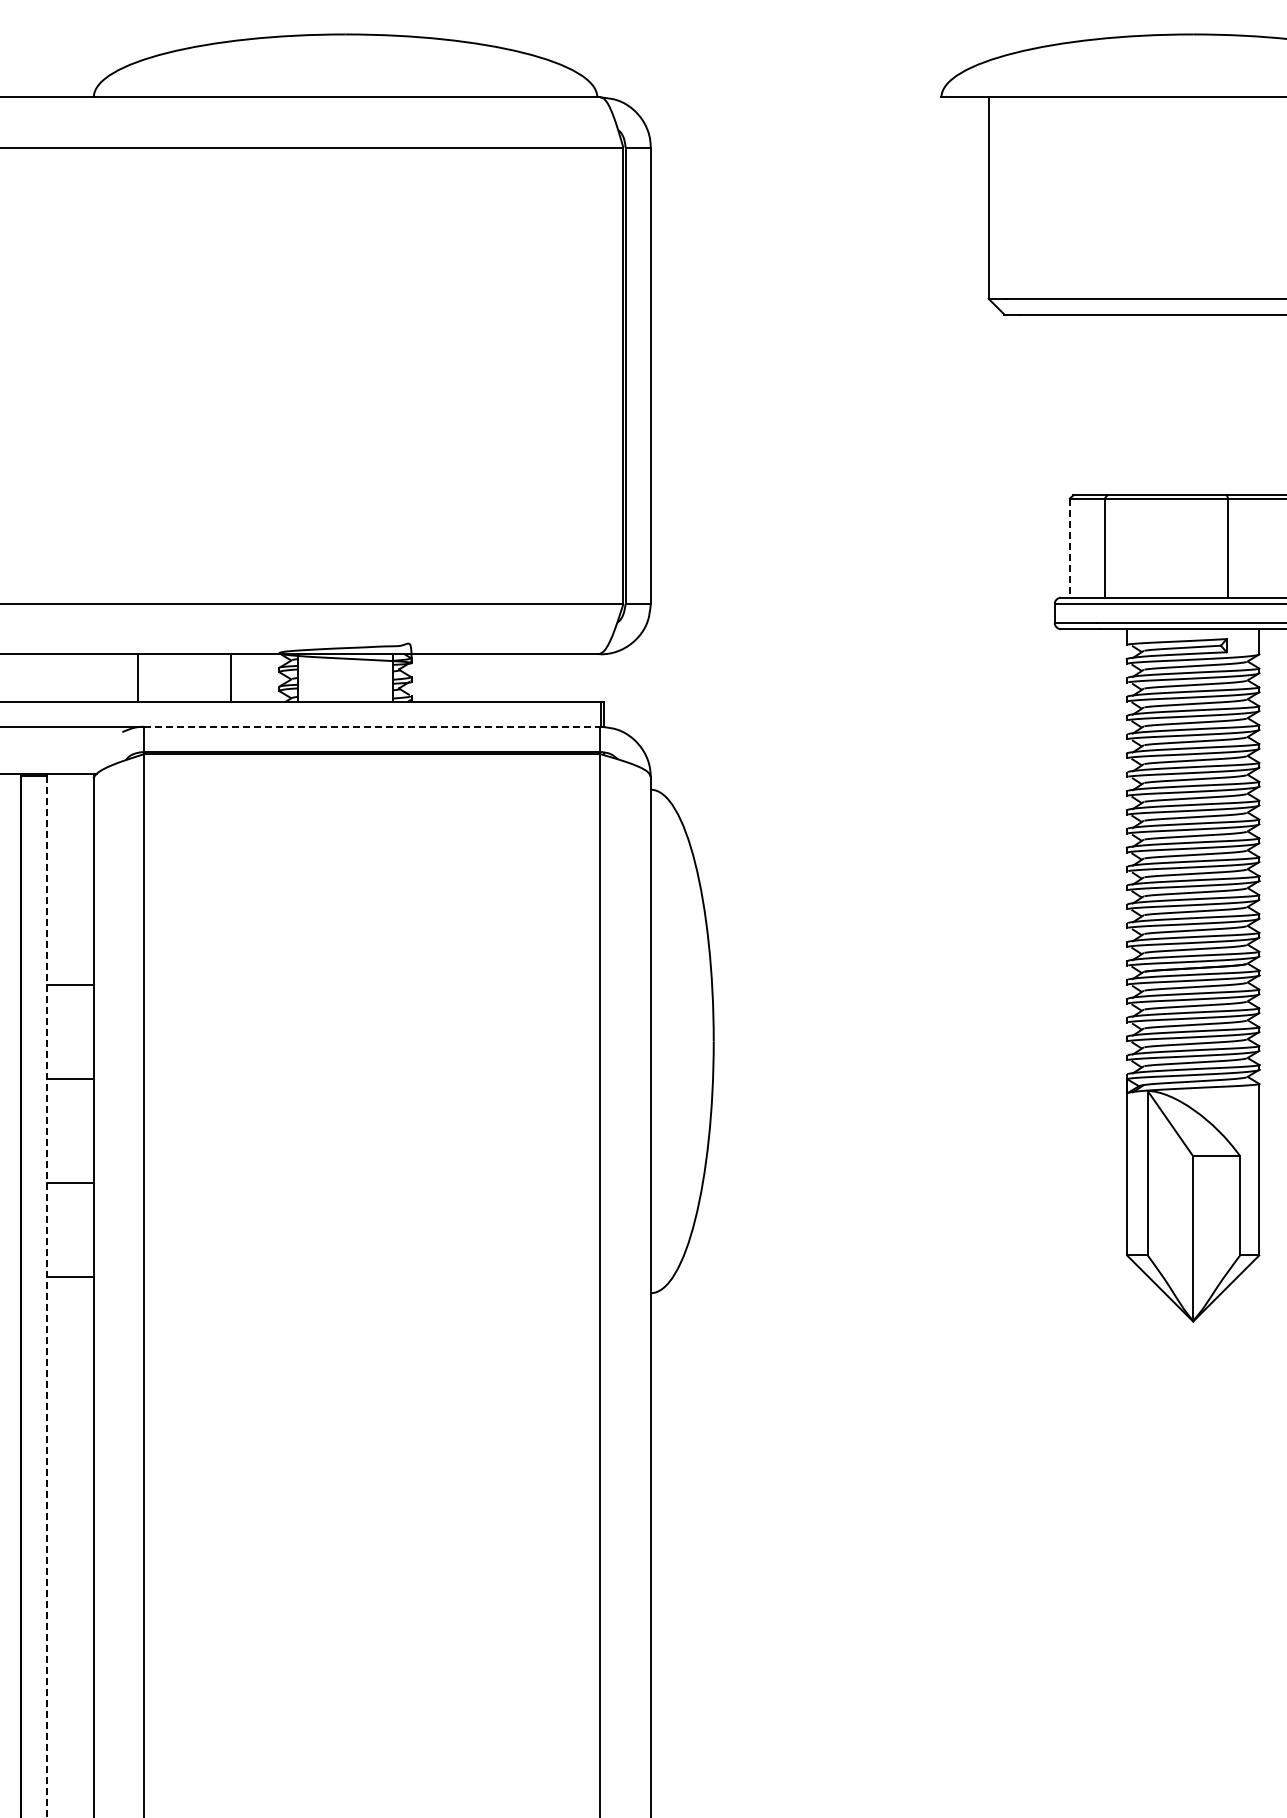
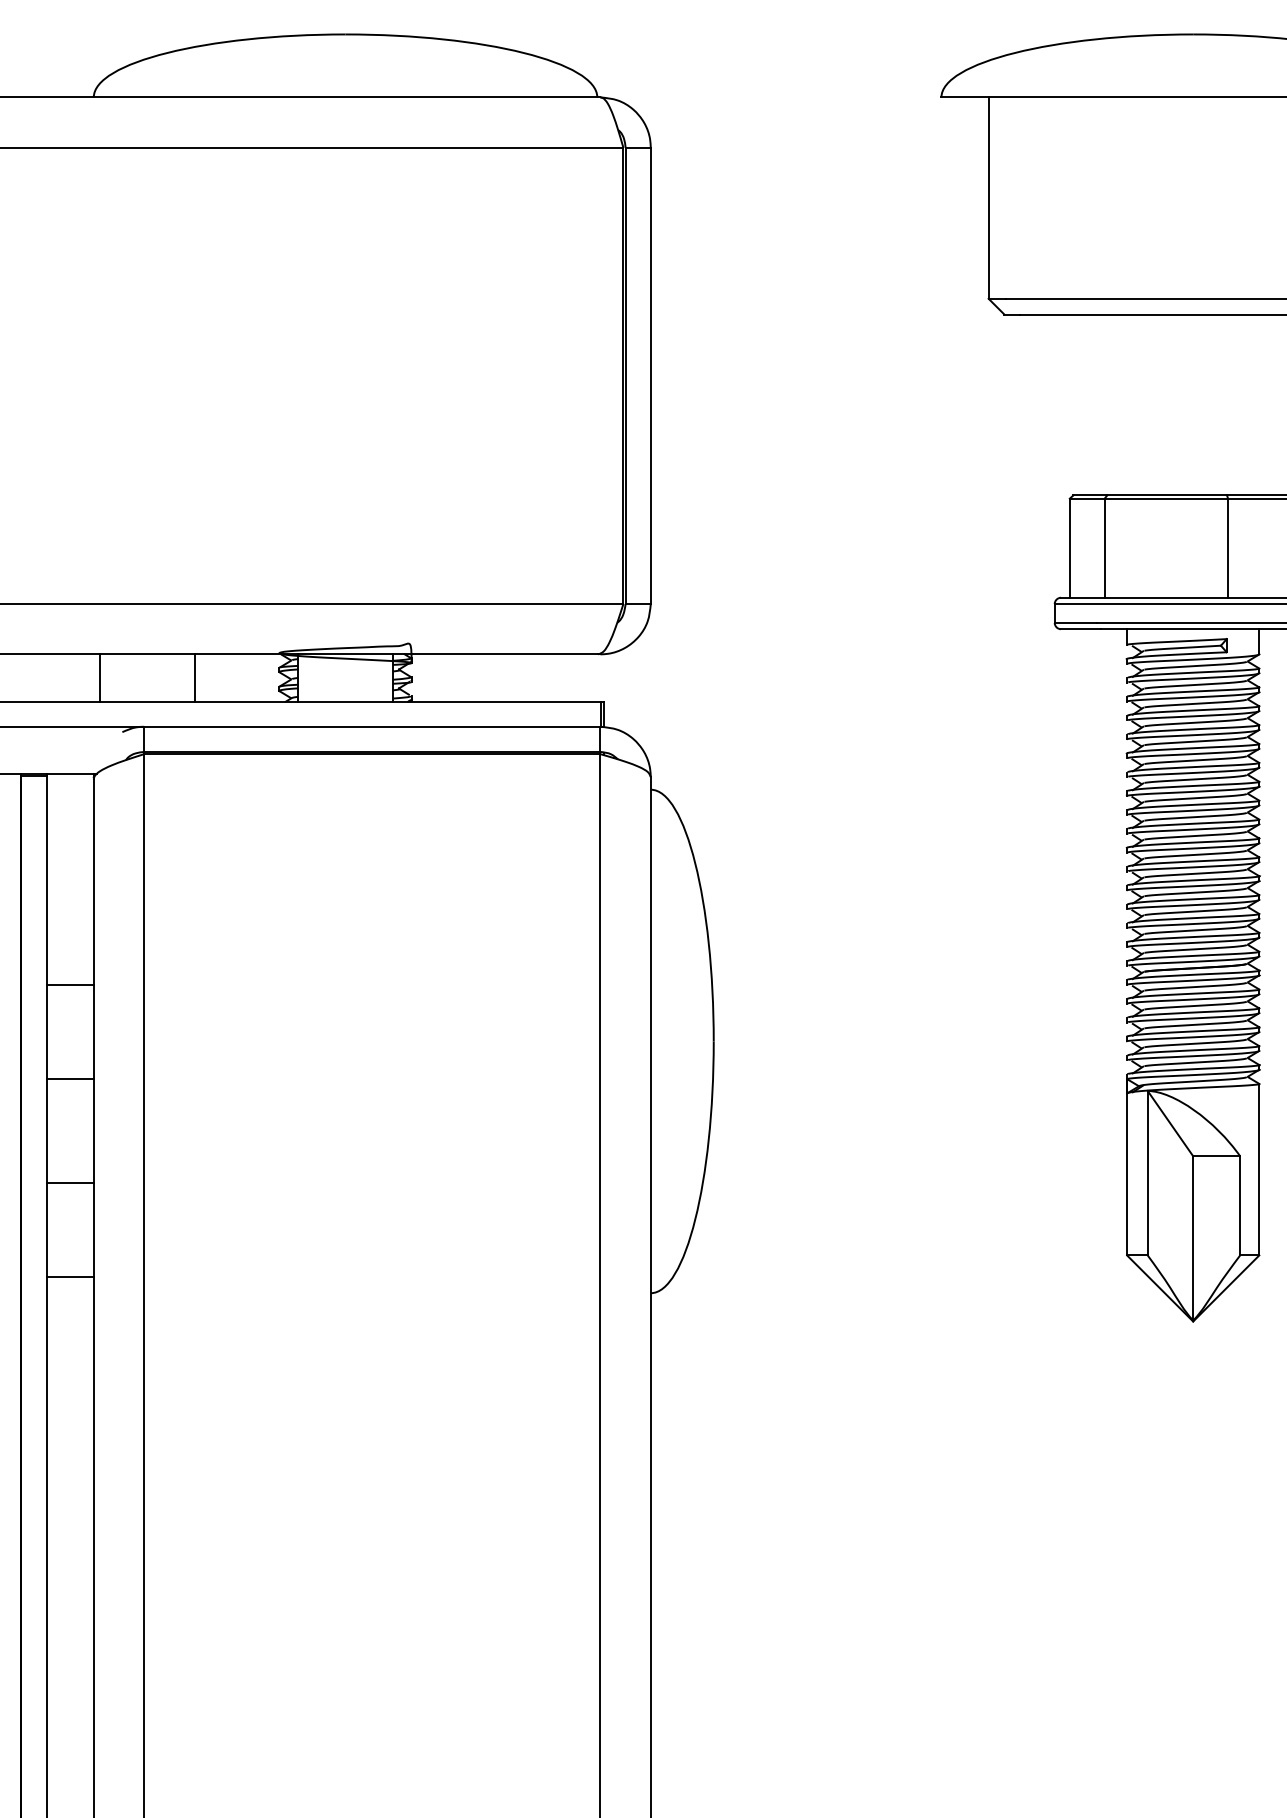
line at (1069, 548): dashed -> solid
line at (138, 677) position: (138, 677) -> (100, 677)
line at (230, 677) position: (230, 677) -> (194, 677)
line at (372, 726): dashed -> solid
line at (46, 1297): dashed -> solid
